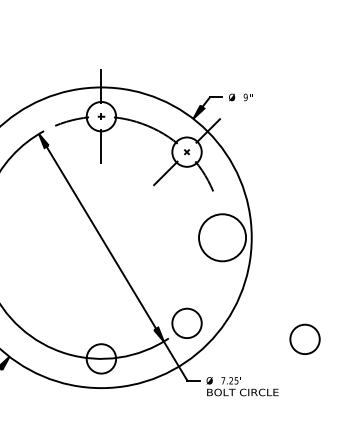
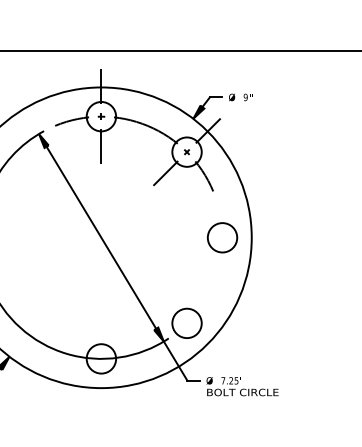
line at (180, 50): none -> present
circle at (222, 237) diameter: 47 px -> 29 px
circle at (304, 338): present -> none
